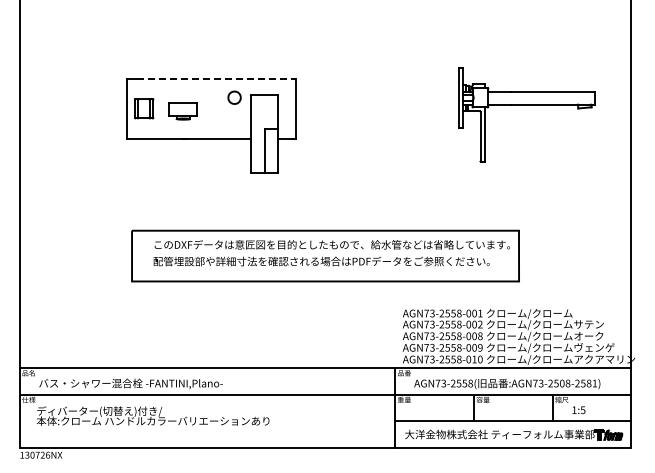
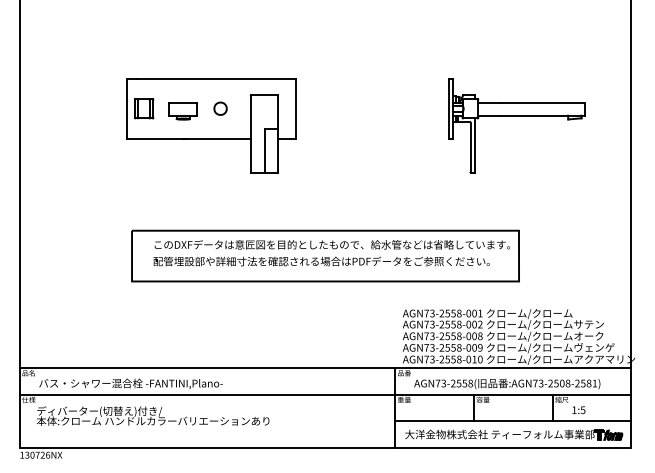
line at (216, 78): dashed -> solid
part at (234, 97) position: (234, 97) -> (220, 108)
part at (526, 105) position: (526, 105) -> (516, 116)
